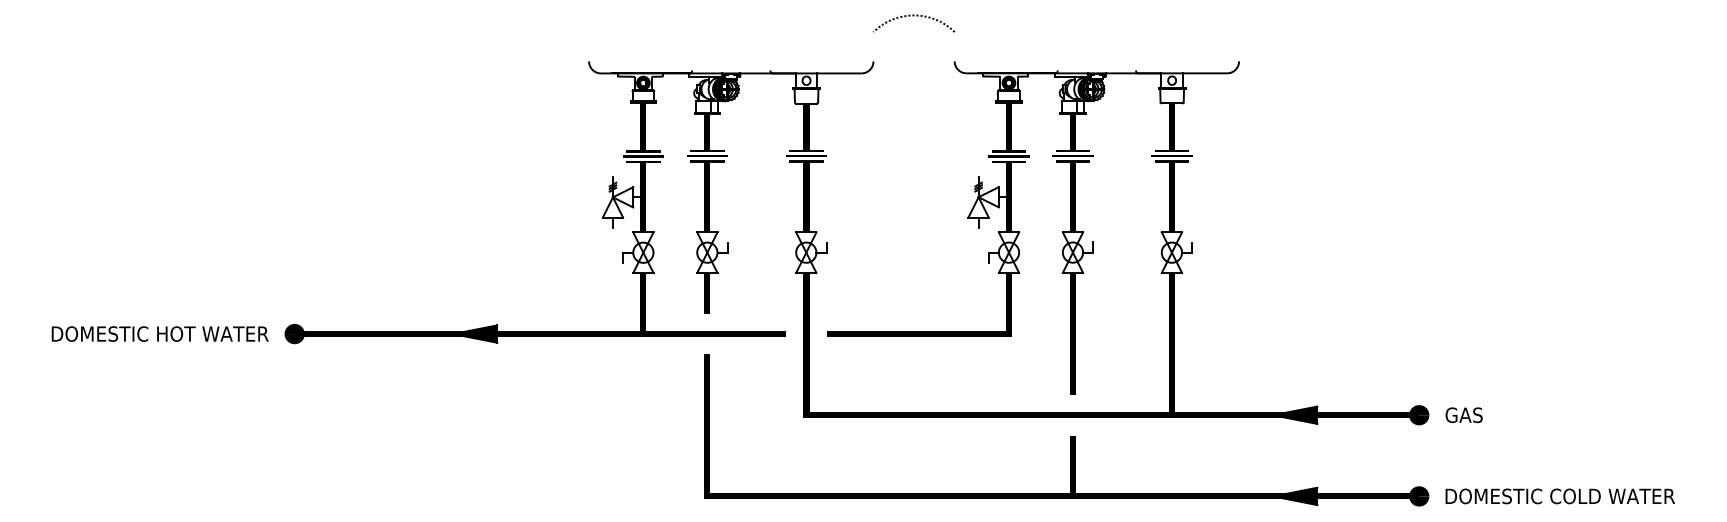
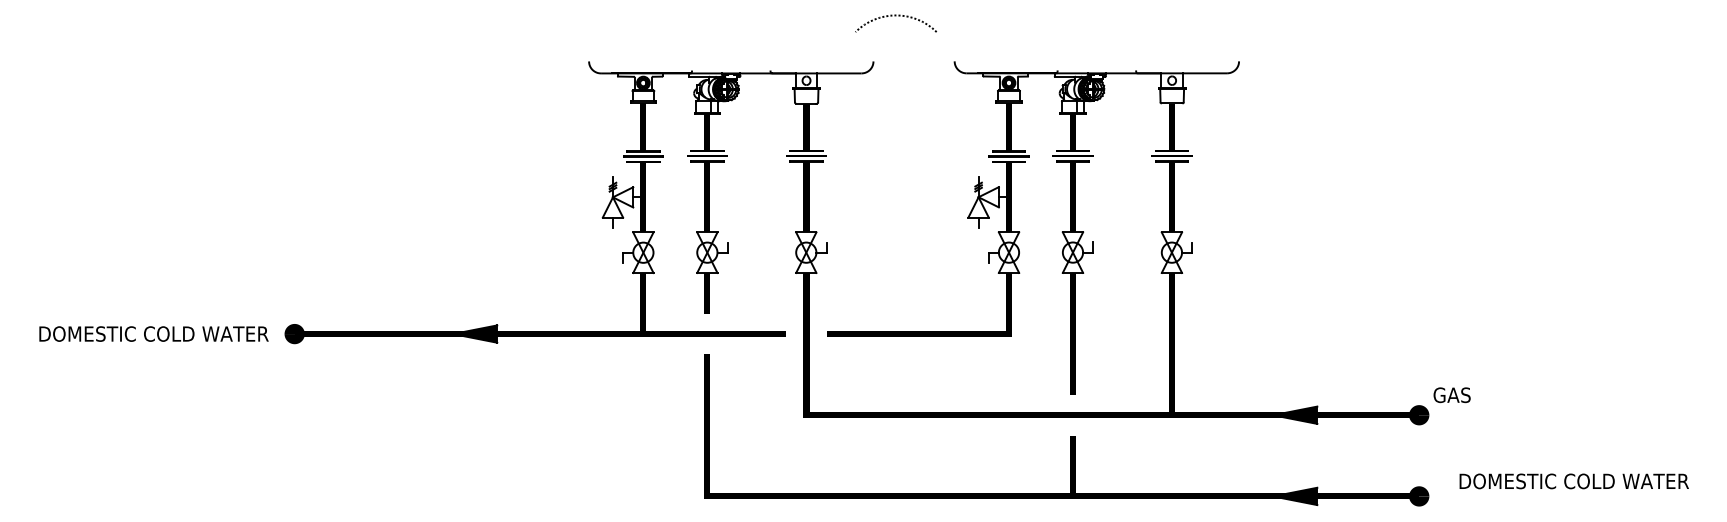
arc at (913, 16) position: (913, 16) -> (895, 16)
text at (117, 333): DOMESTIC HOT WATER -> DOMESTIC COLD WATER
text at (1463, 415) position: (1463, 415) -> (1451, 395)
text at (1559, 496) position: (1559, 496) -> (1573, 481)
